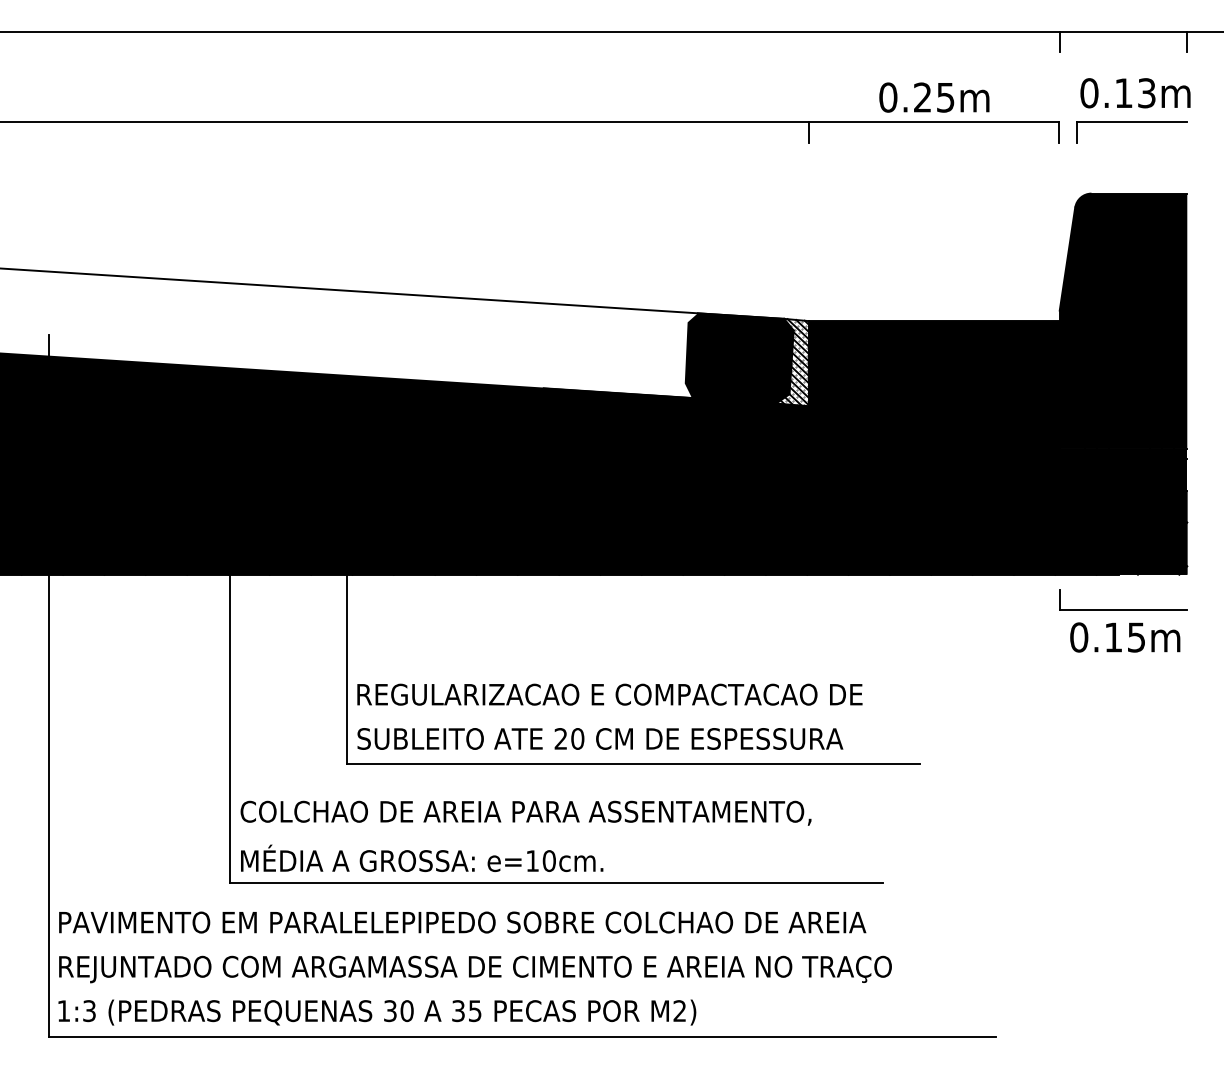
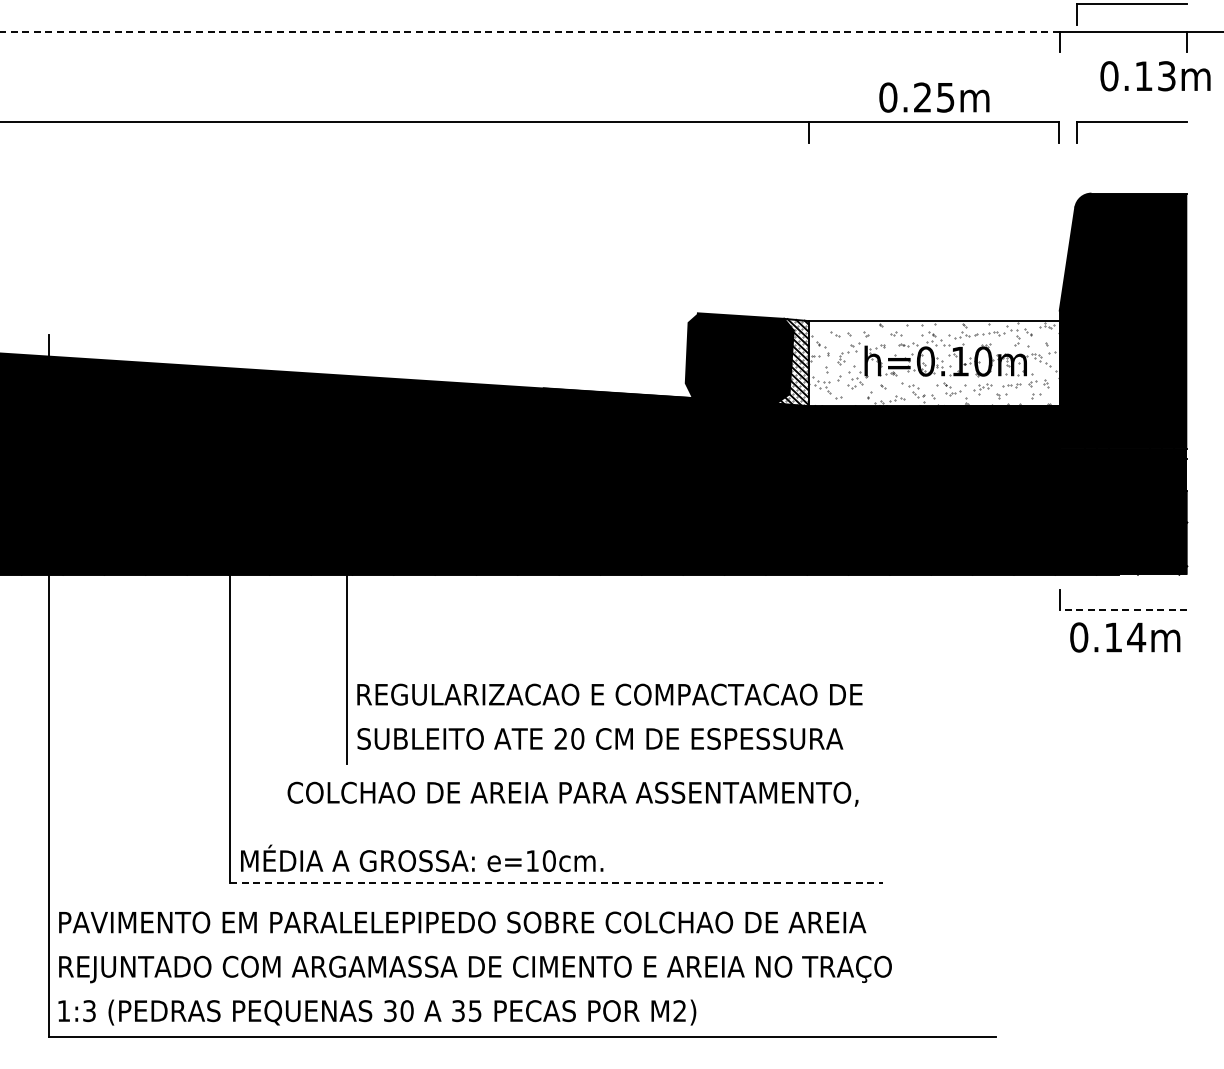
part at (1131, 4): none -> present
line at (529, 32): solid -> dashed
text at (1135, 93) position: (1135, 93) -> (1155, 76)
line at (393, 293): present -> none
fill at (933, 363): present -> none
line at (1123, 610): solid -> dashed
text at (1136, 637): 0.15m -> 0.14m
line at (633, 763): present -> none
text at (525, 812) position: (525, 812) -> (572, 793)
line at (557, 883): solid -> dashed
